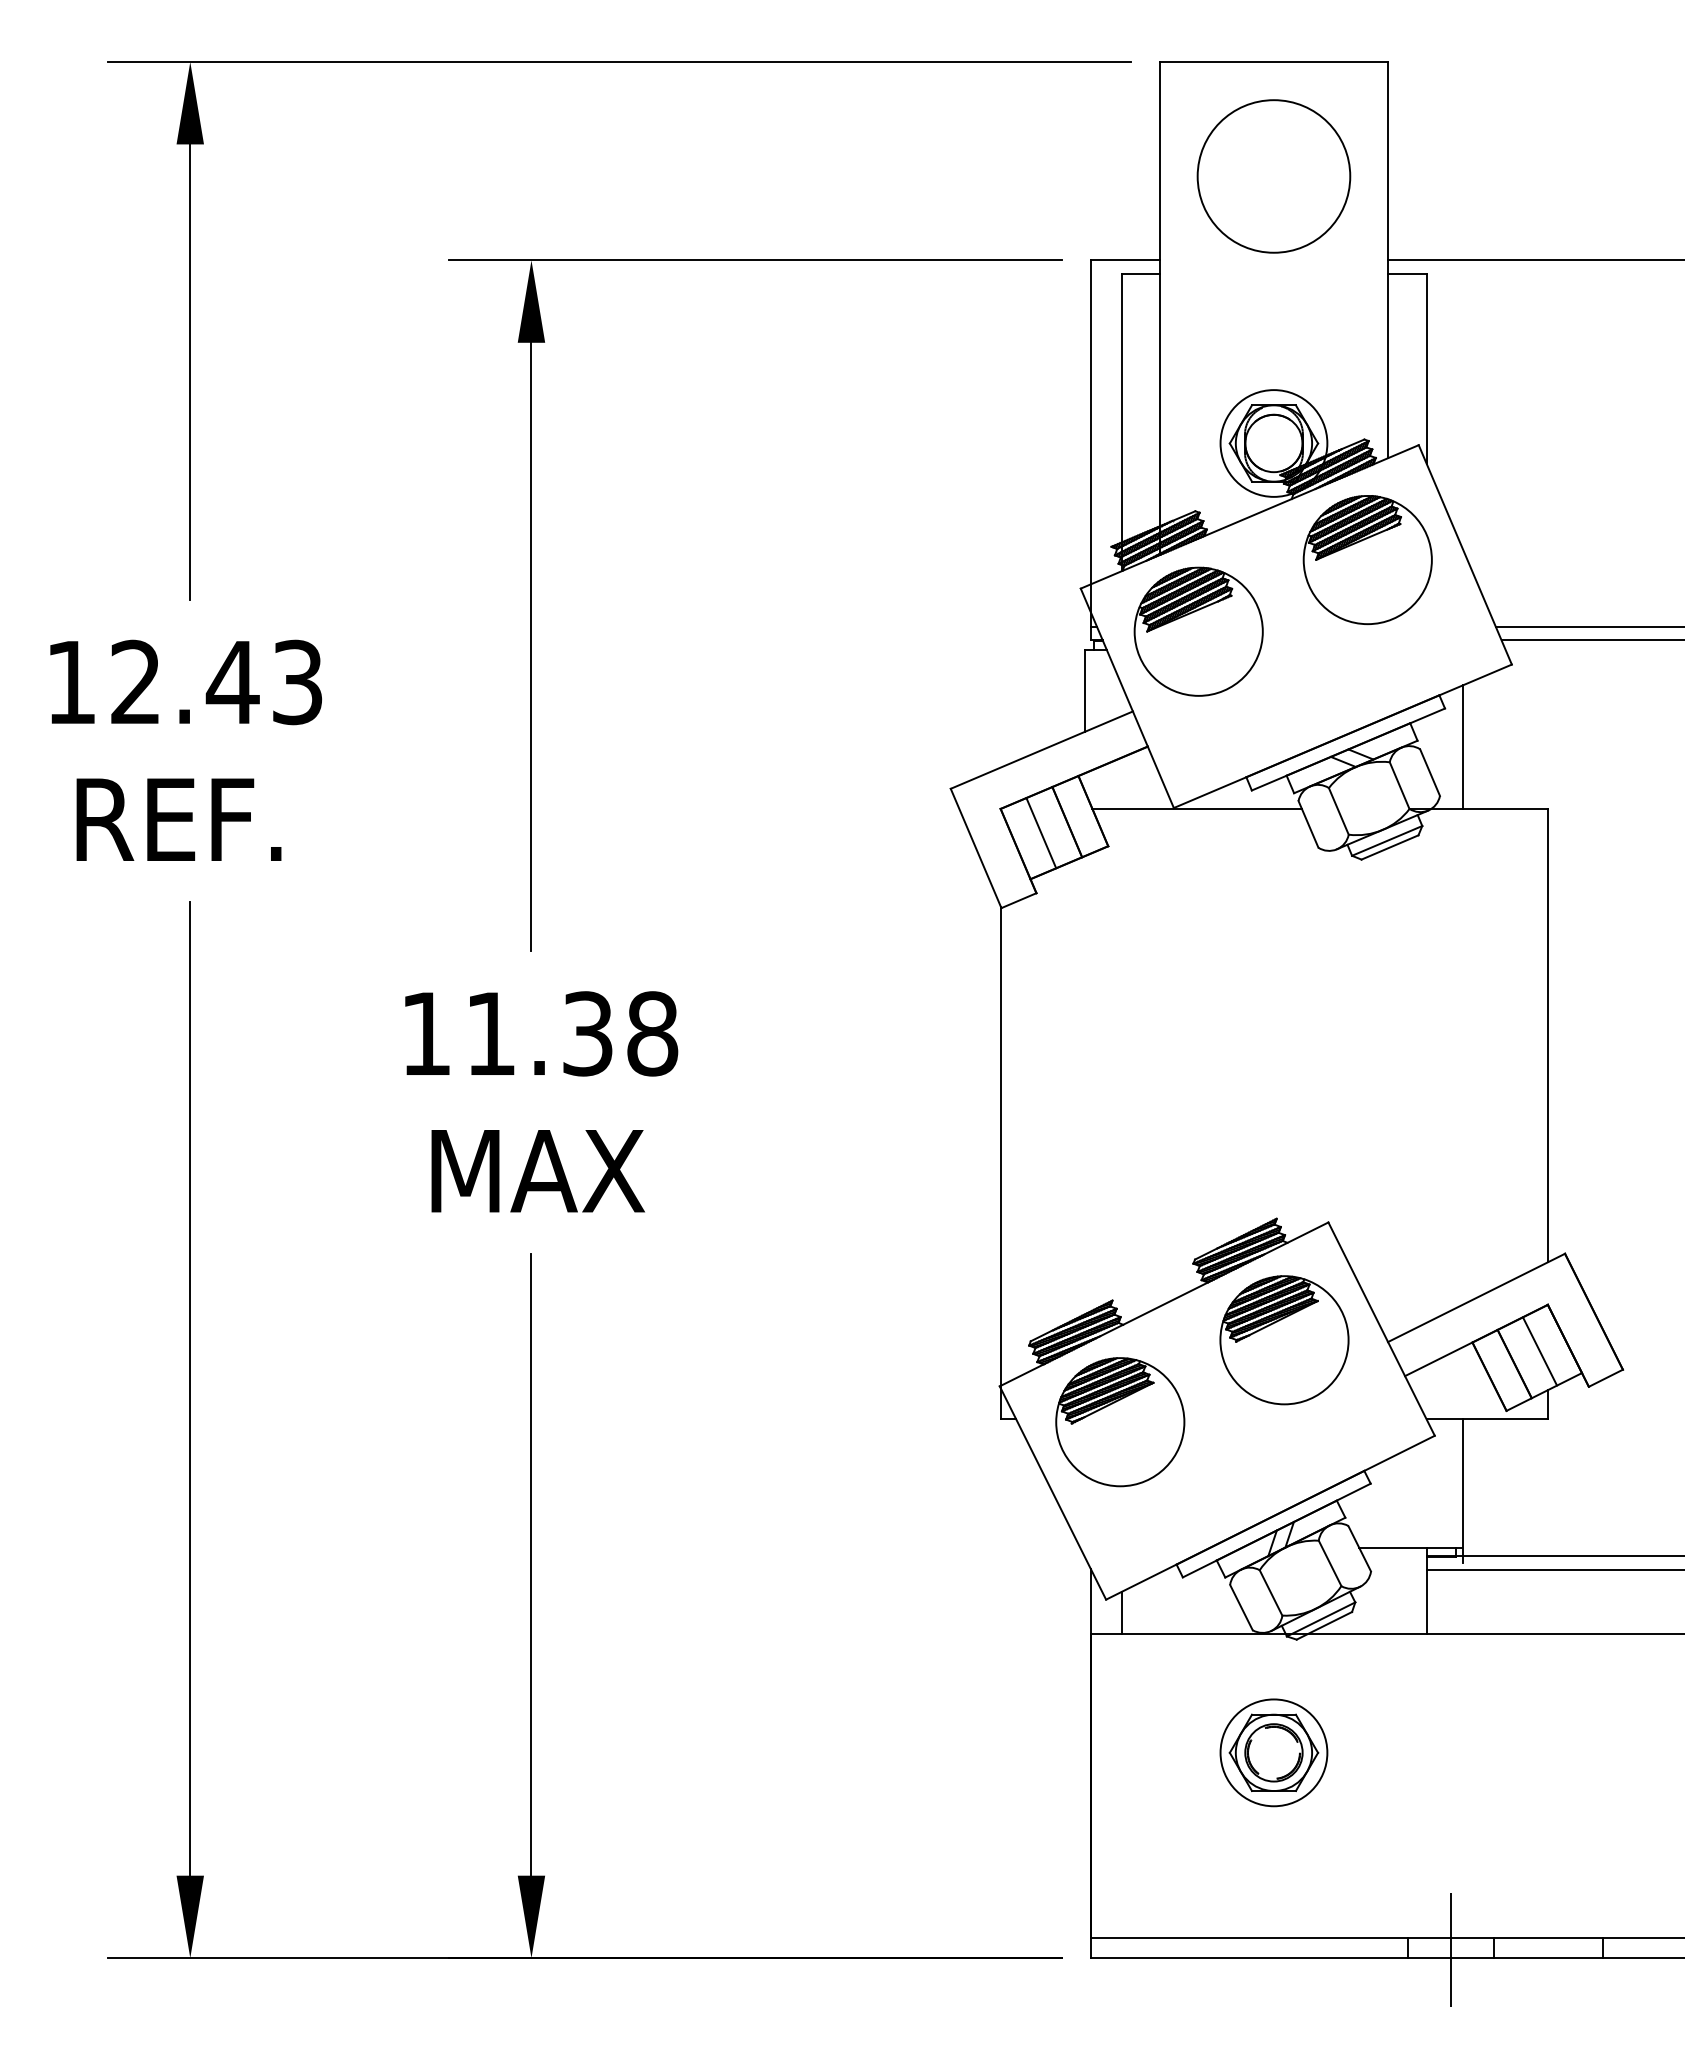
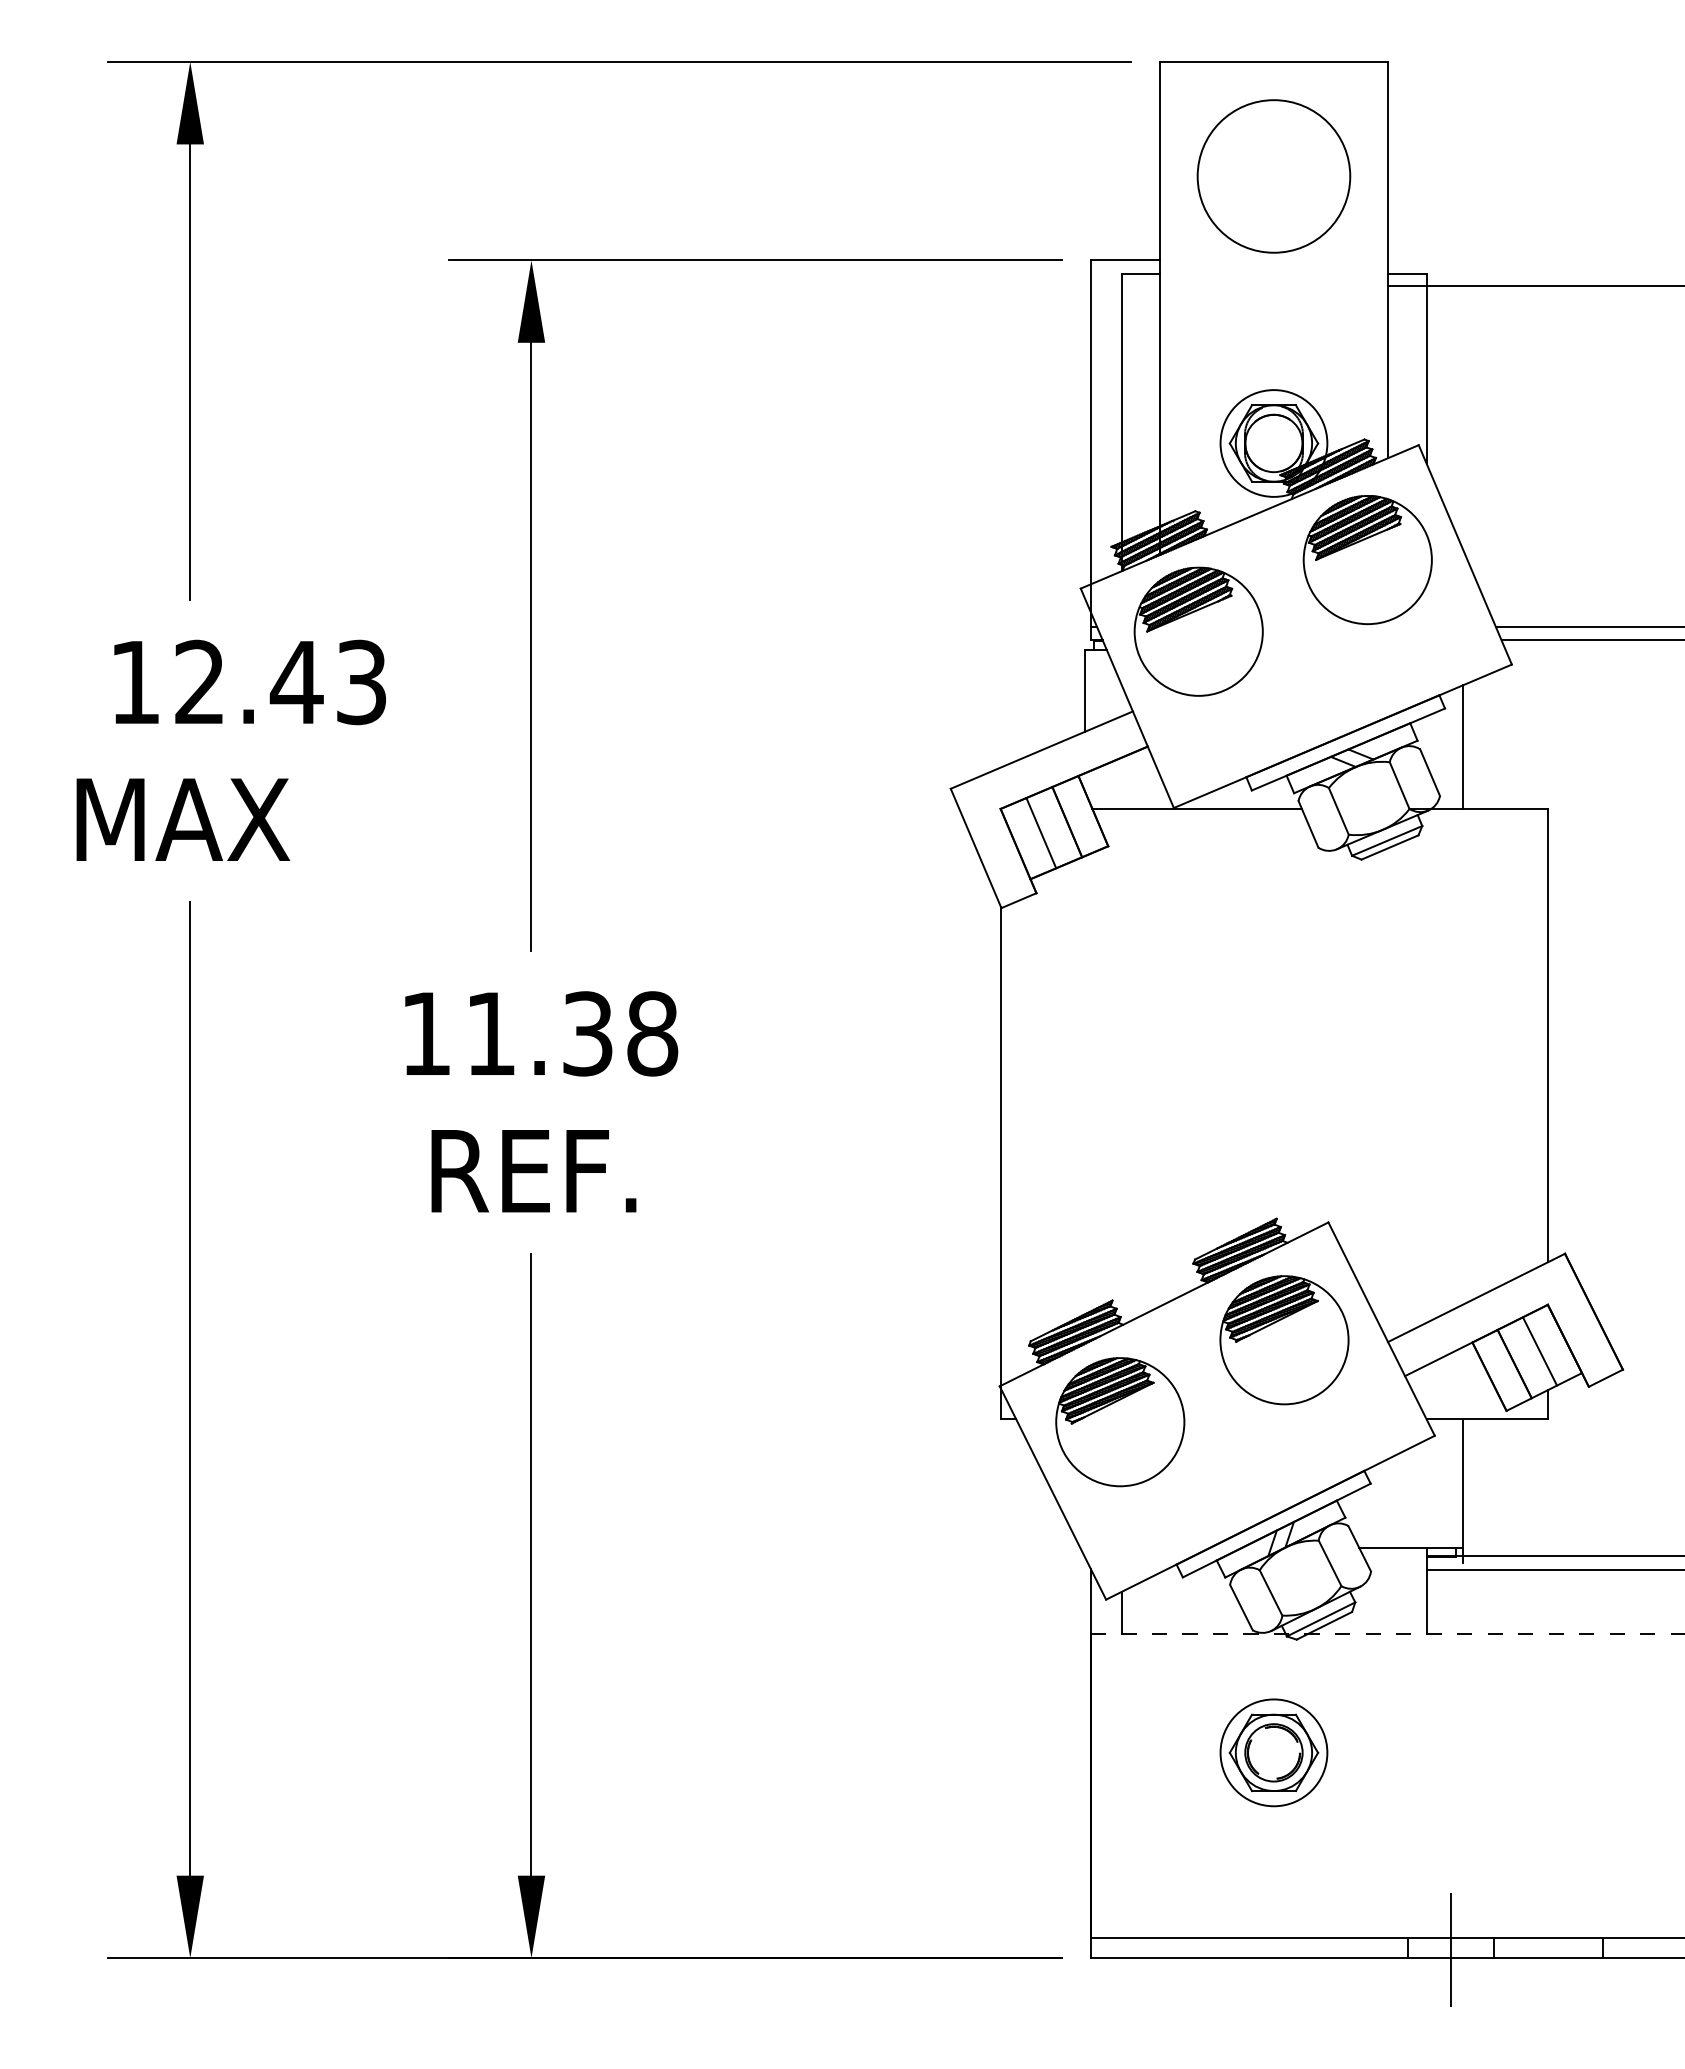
line at (1534, 260) position: (1534, 260) -> (1534, 286)
text at (185, 682) position: (185, 682) -> (249, 682)
text at (188, 819): REF. -> MAX
text at (543, 1171): MAX -> REF.
line at (1387, 1633): solid -> dashed
